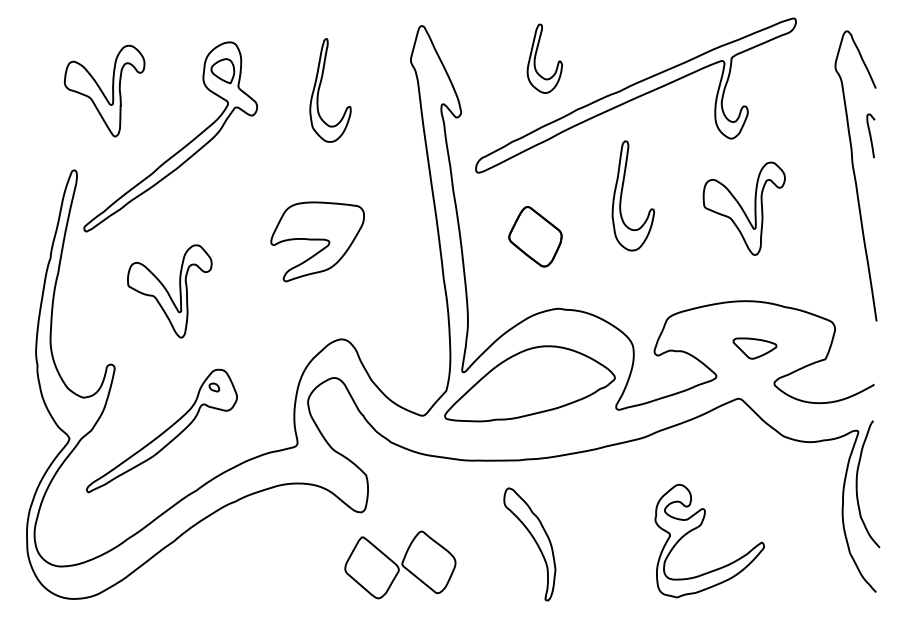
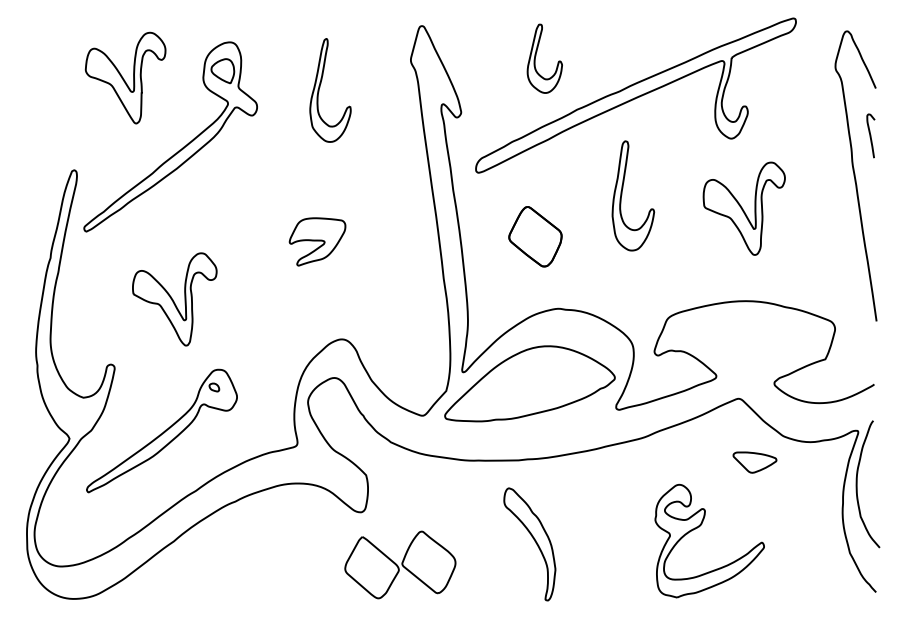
part at (104, 90) position: (104, 90) -> (125, 77)
part at (317, 241) size: 95x82 px -> 59x50 px
part at (169, 291) position: (169, 291) -> (174, 299)
part at (754, 348) position: (754, 348) -> (754, 462)
